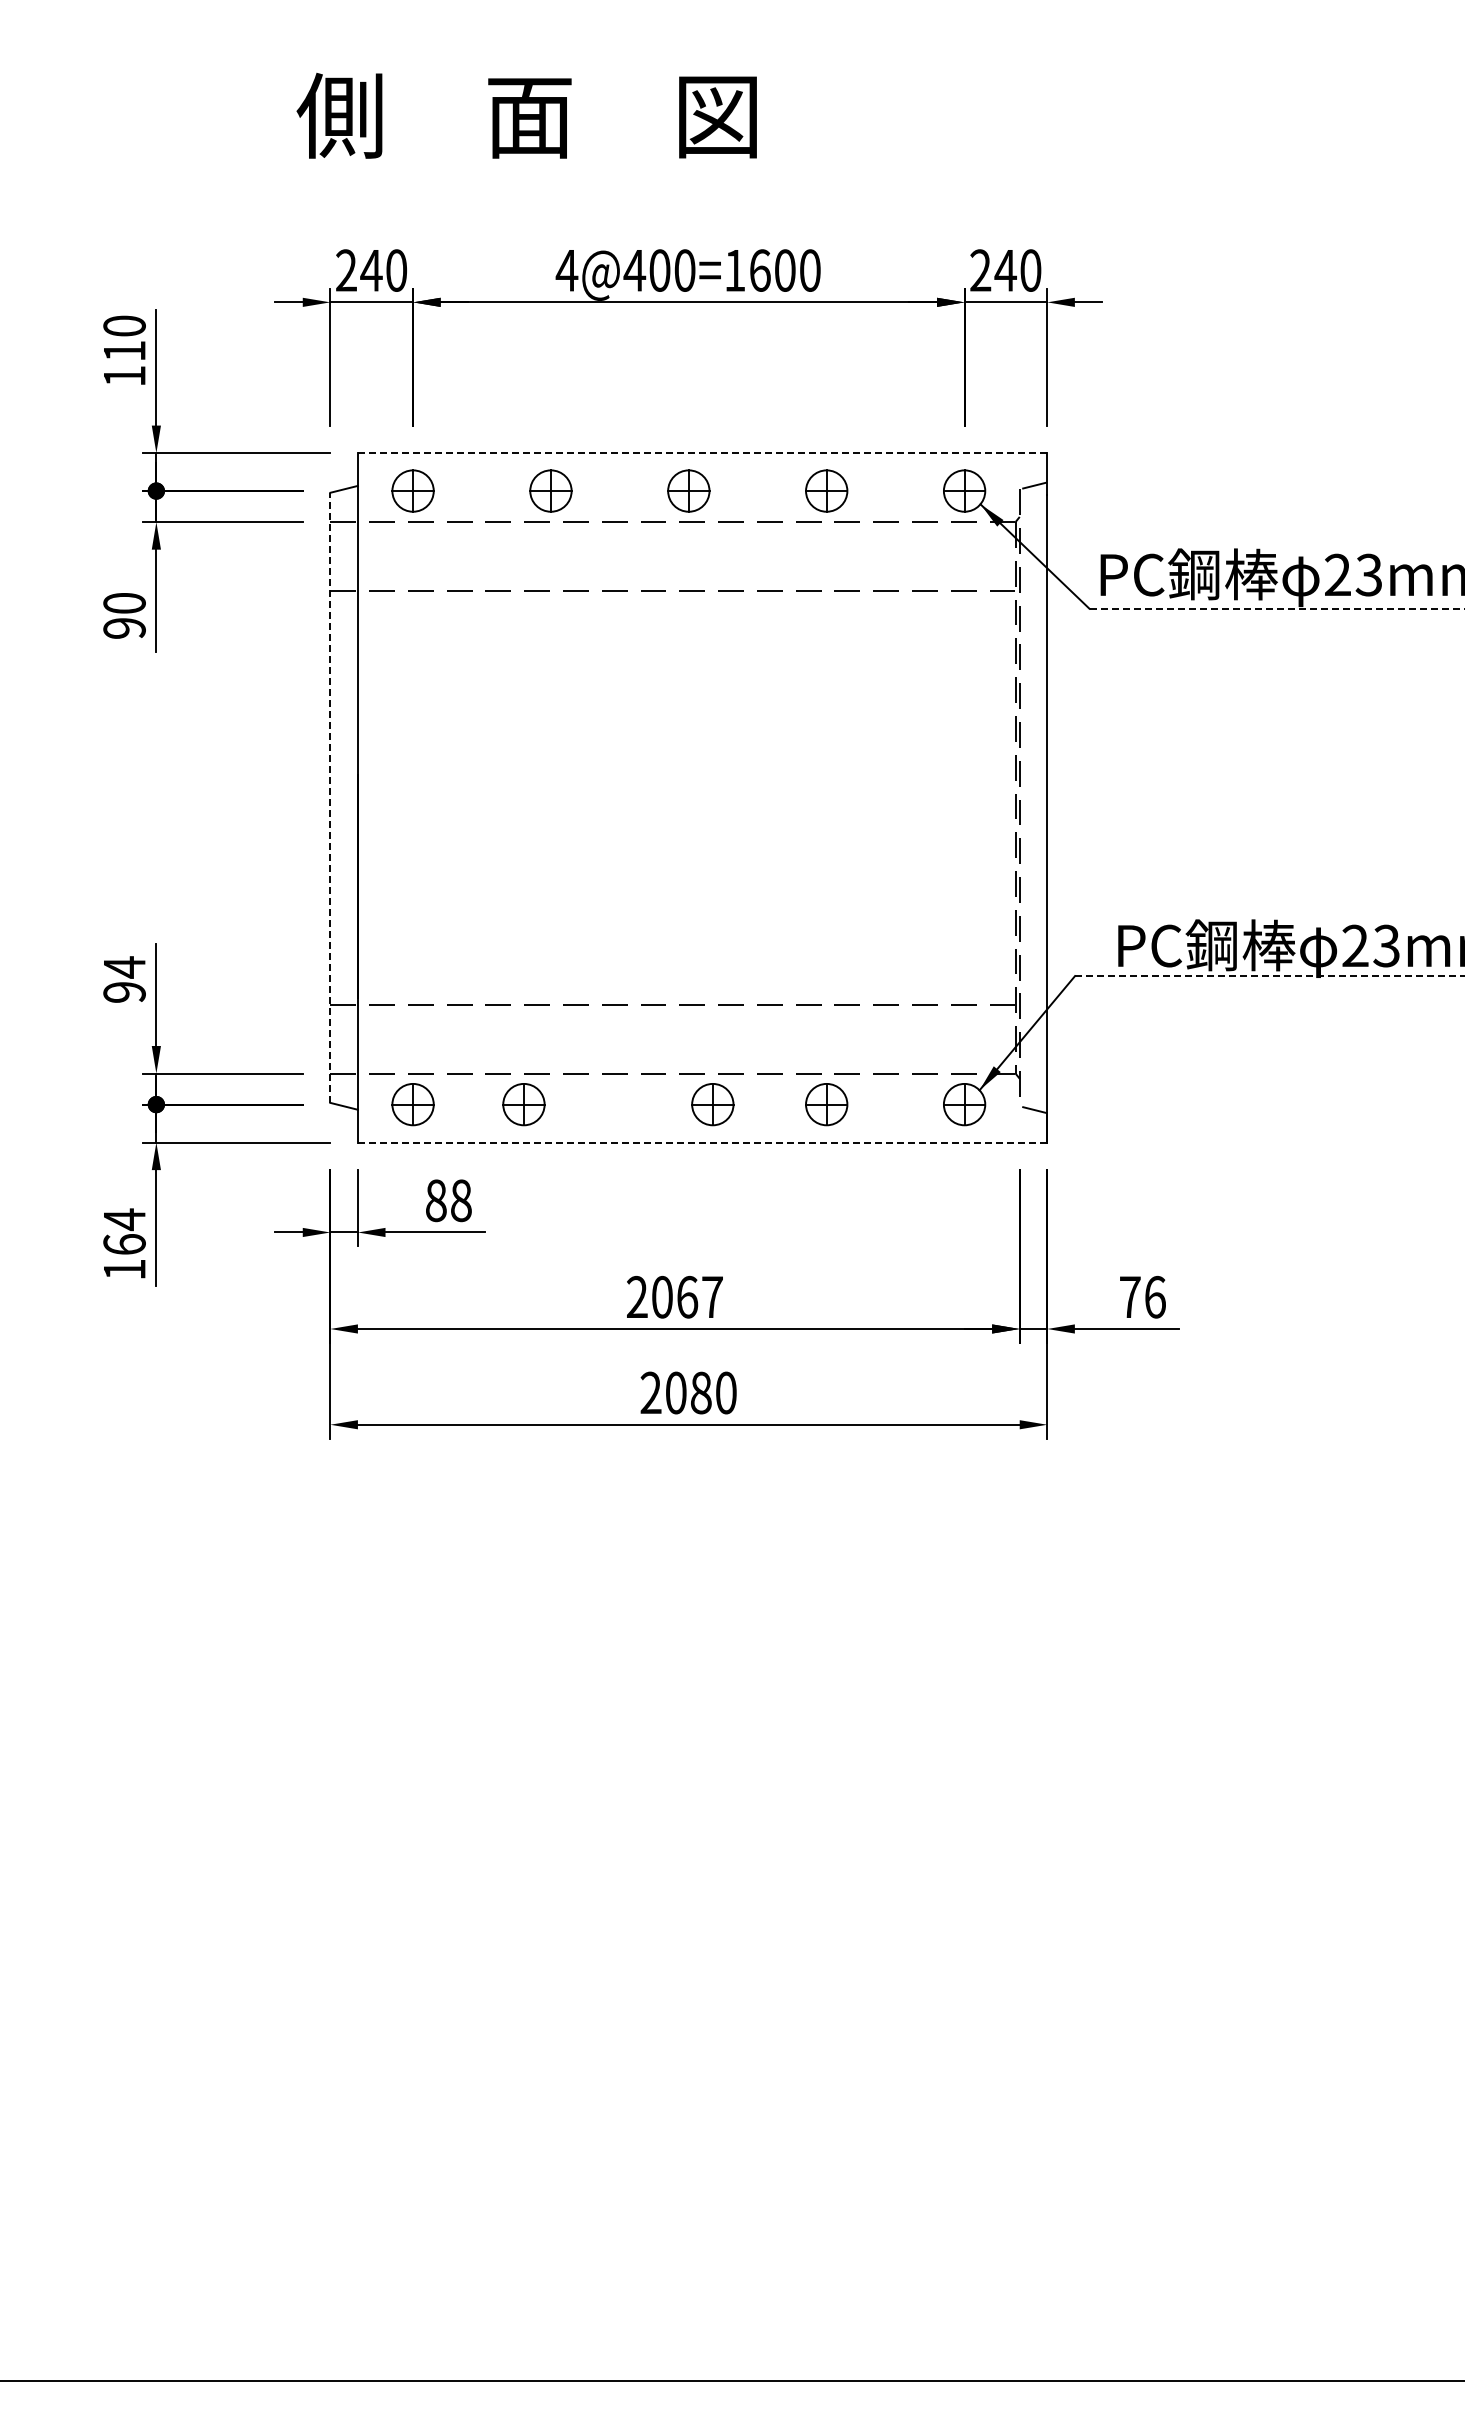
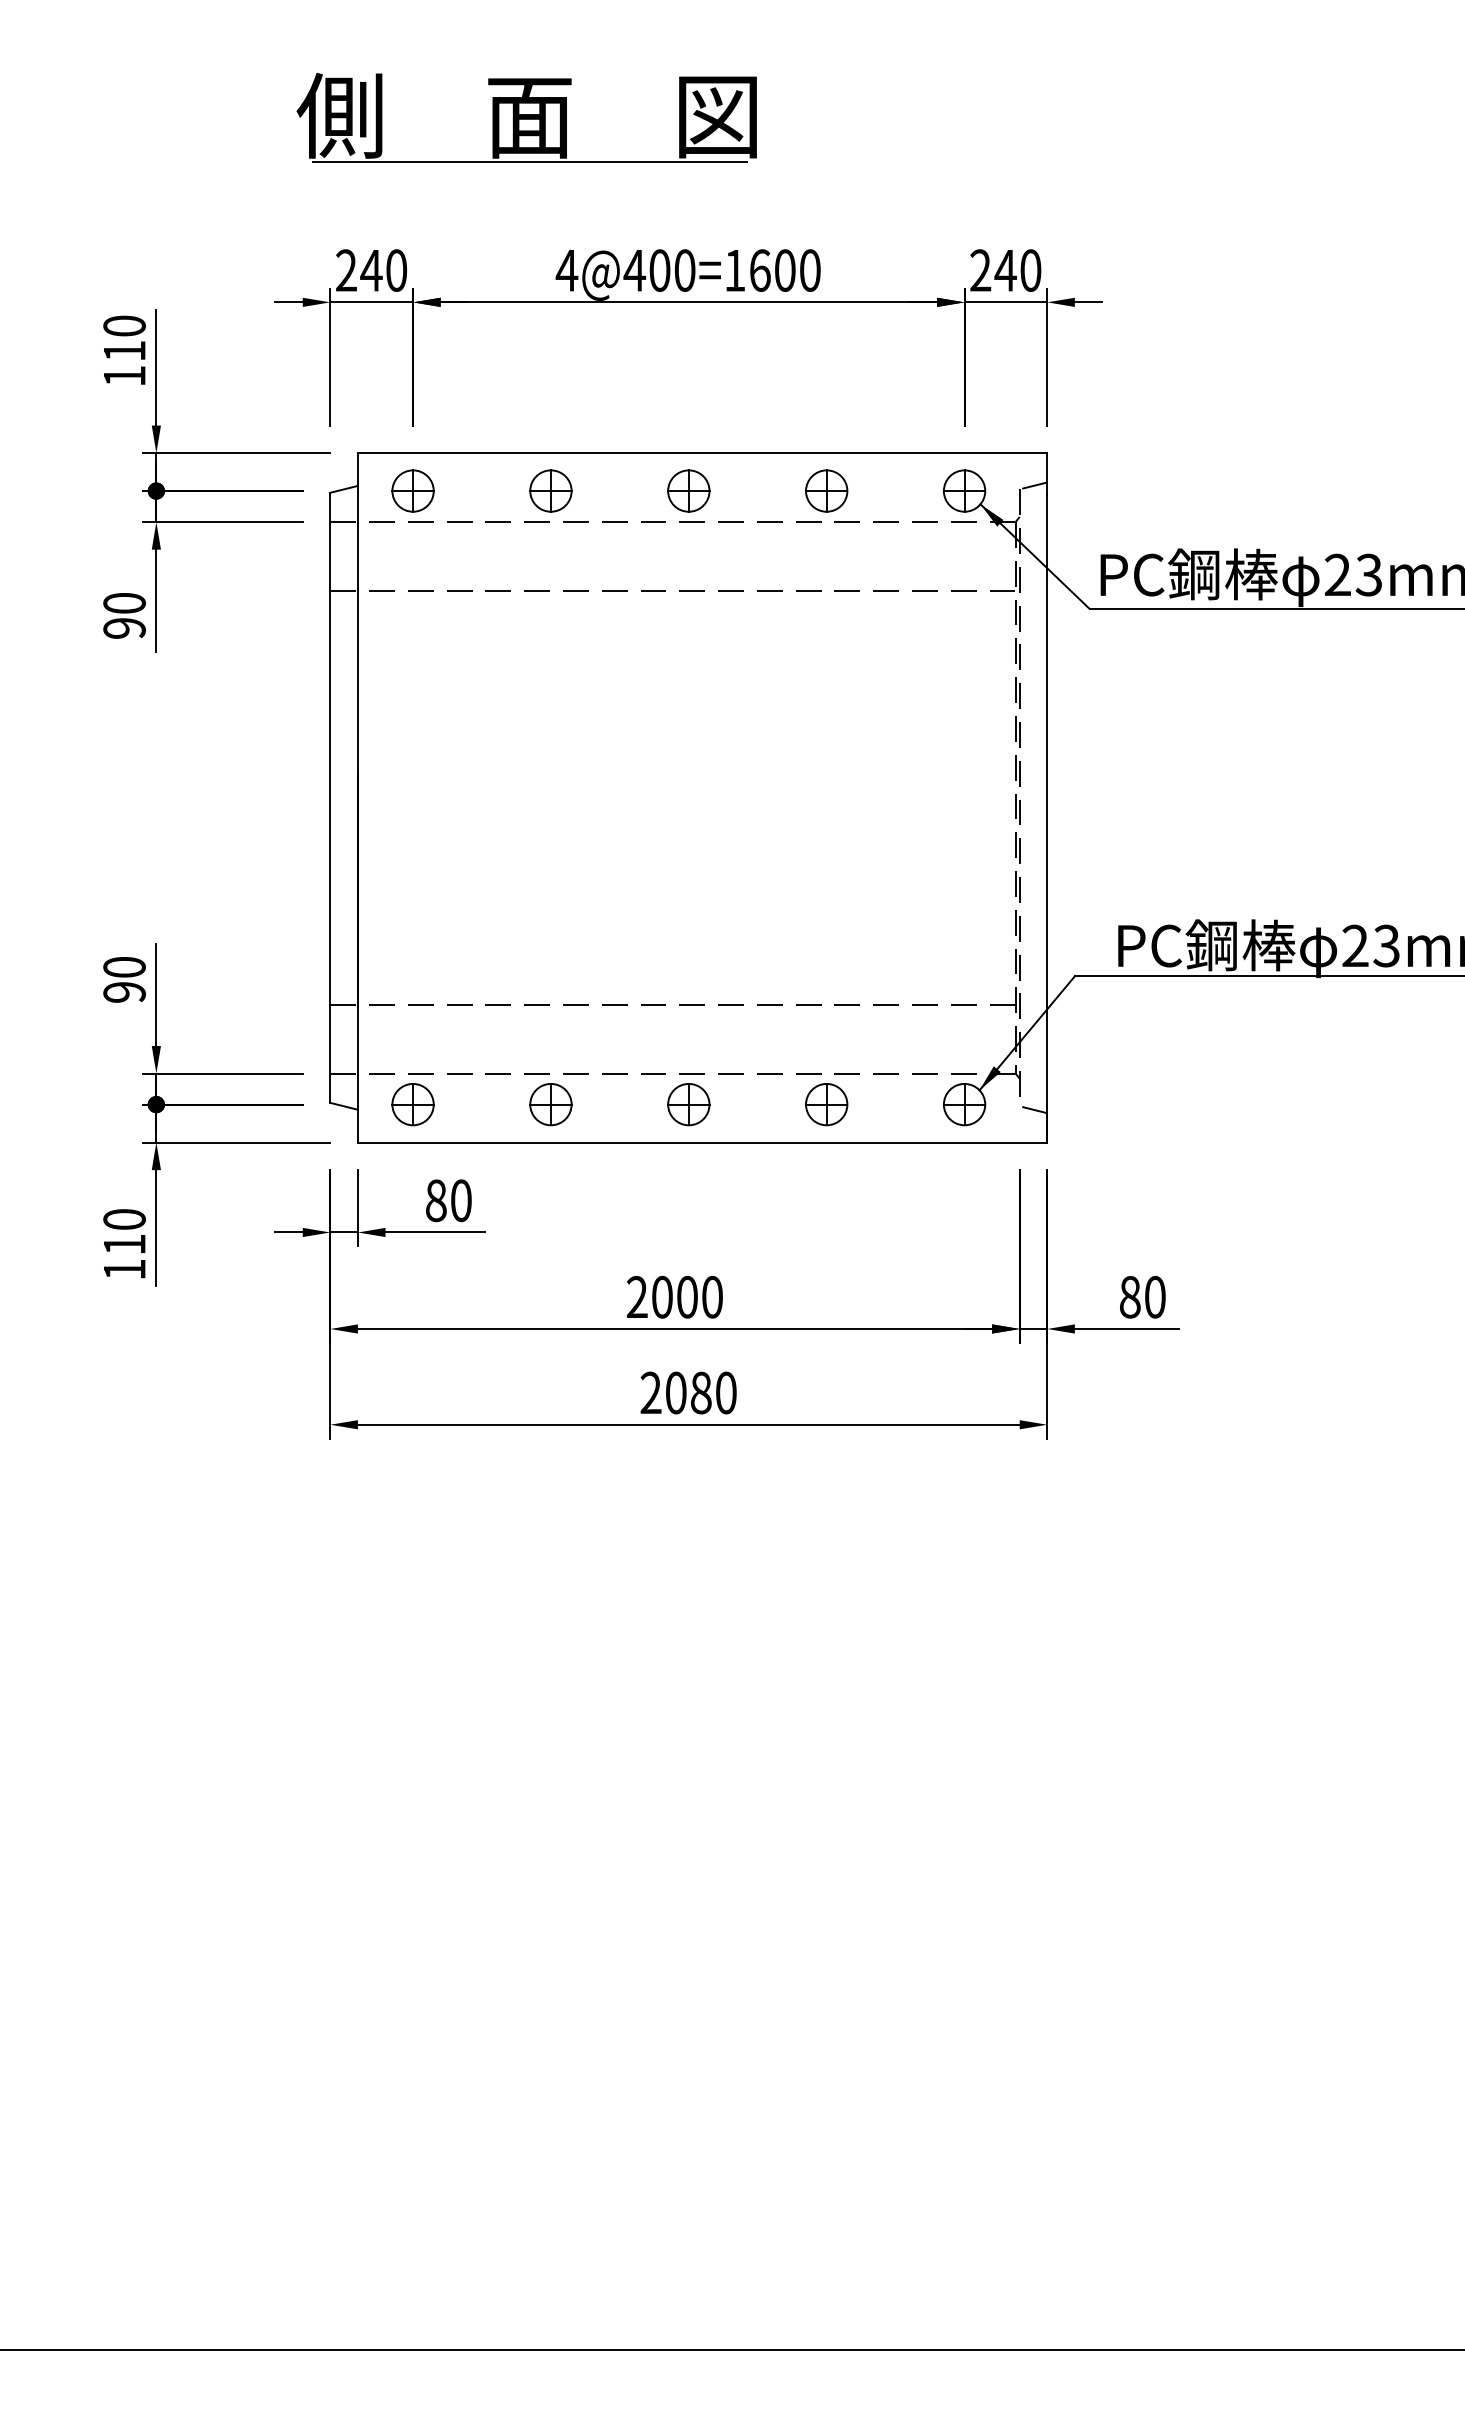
line at (529, 161): none -> present
line at (702, 453): dashed -> solid
line at (1277, 608): dashed -> solid
line at (330, 797): dashed -> solid
text at (124, 967): 94 -> 90
line at (1269, 976): dashed -> solid
part at (523, 1104) position: (523, 1104) -> (550, 1104)
part at (712, 1104) position: (712, 1104) -> (688, 1104)
line at (702, 1142): dashed -> solid
text at (461, 1200): 88 -> 80
text at (124, 1231): 164 -> 110
text at (699, 1296): 2067 -> 2000
text at (1142, 1296): 76 -> 80
line at (731, 2381) position: (731, 2381) -> (731, 2350)
